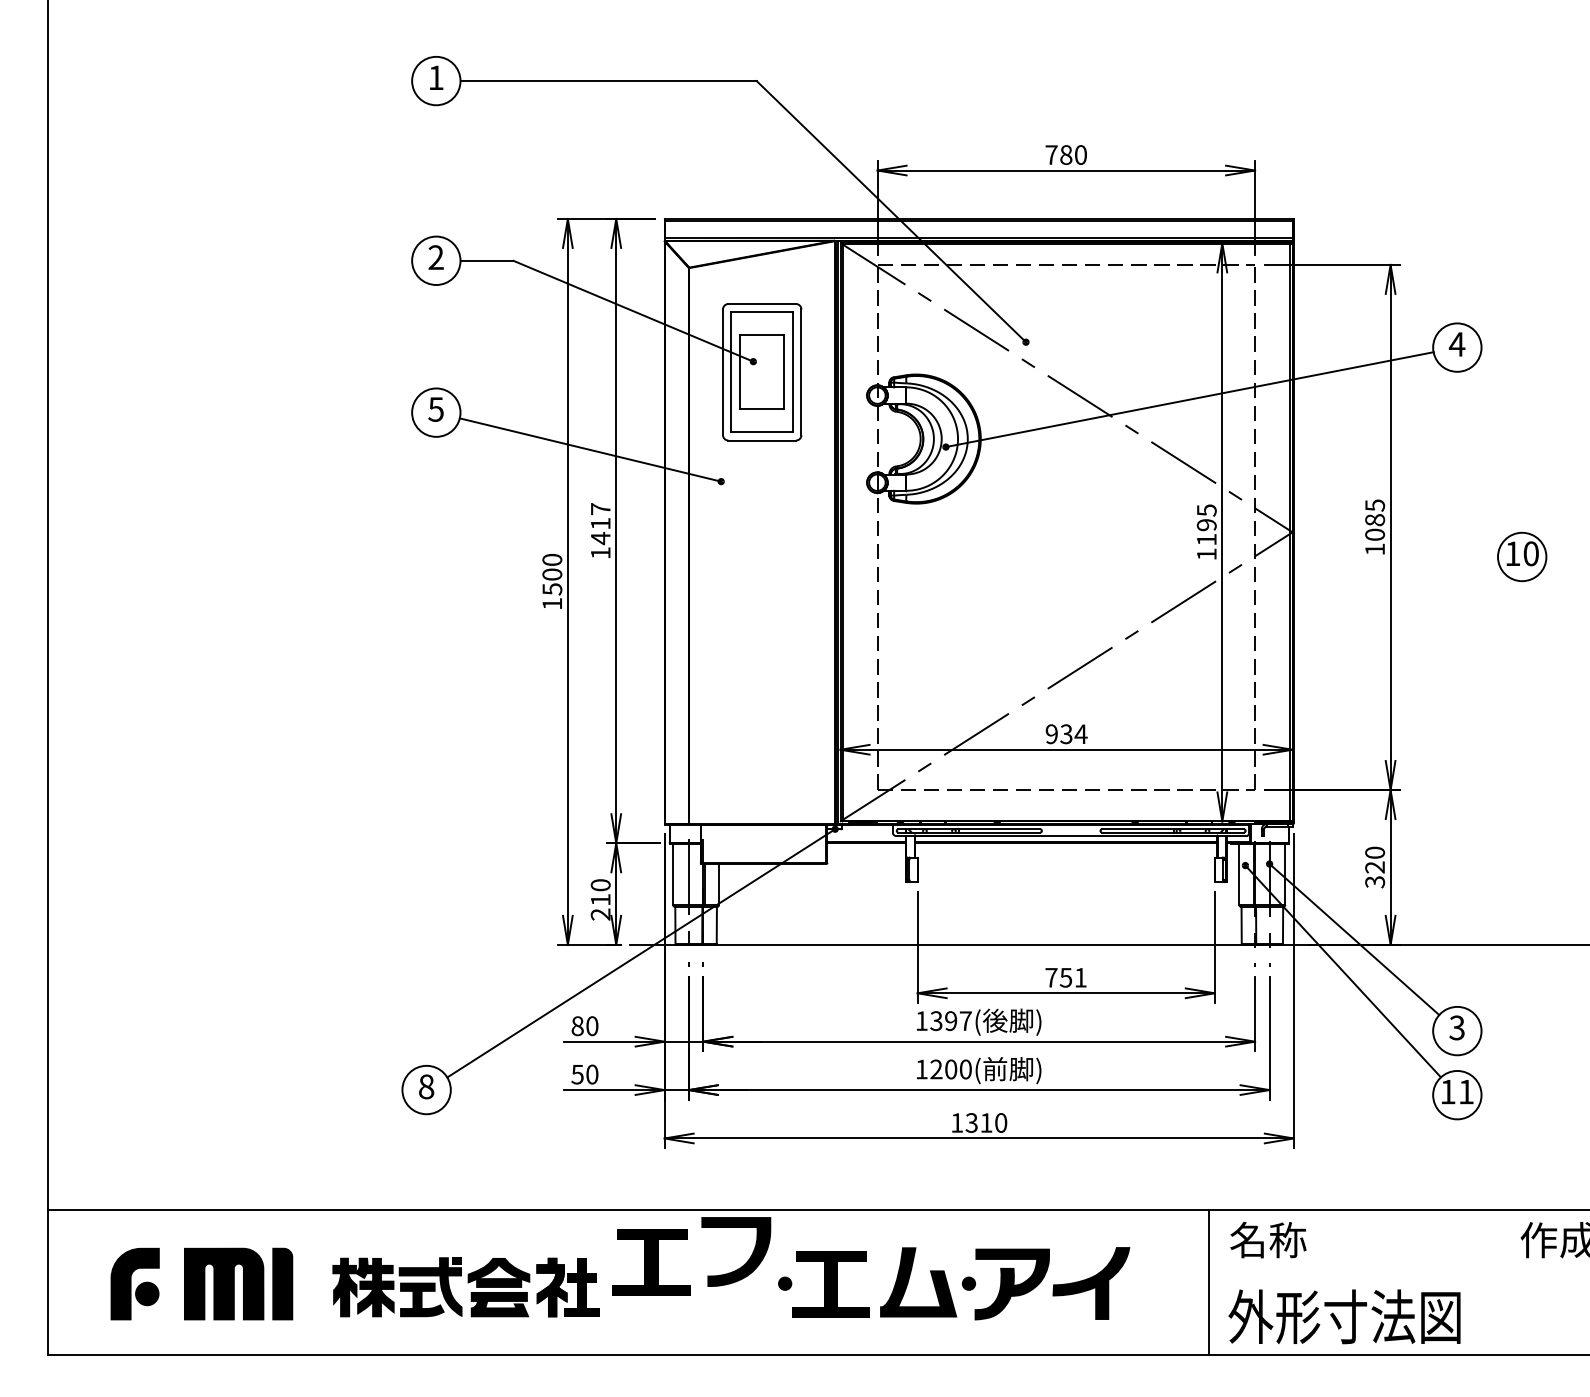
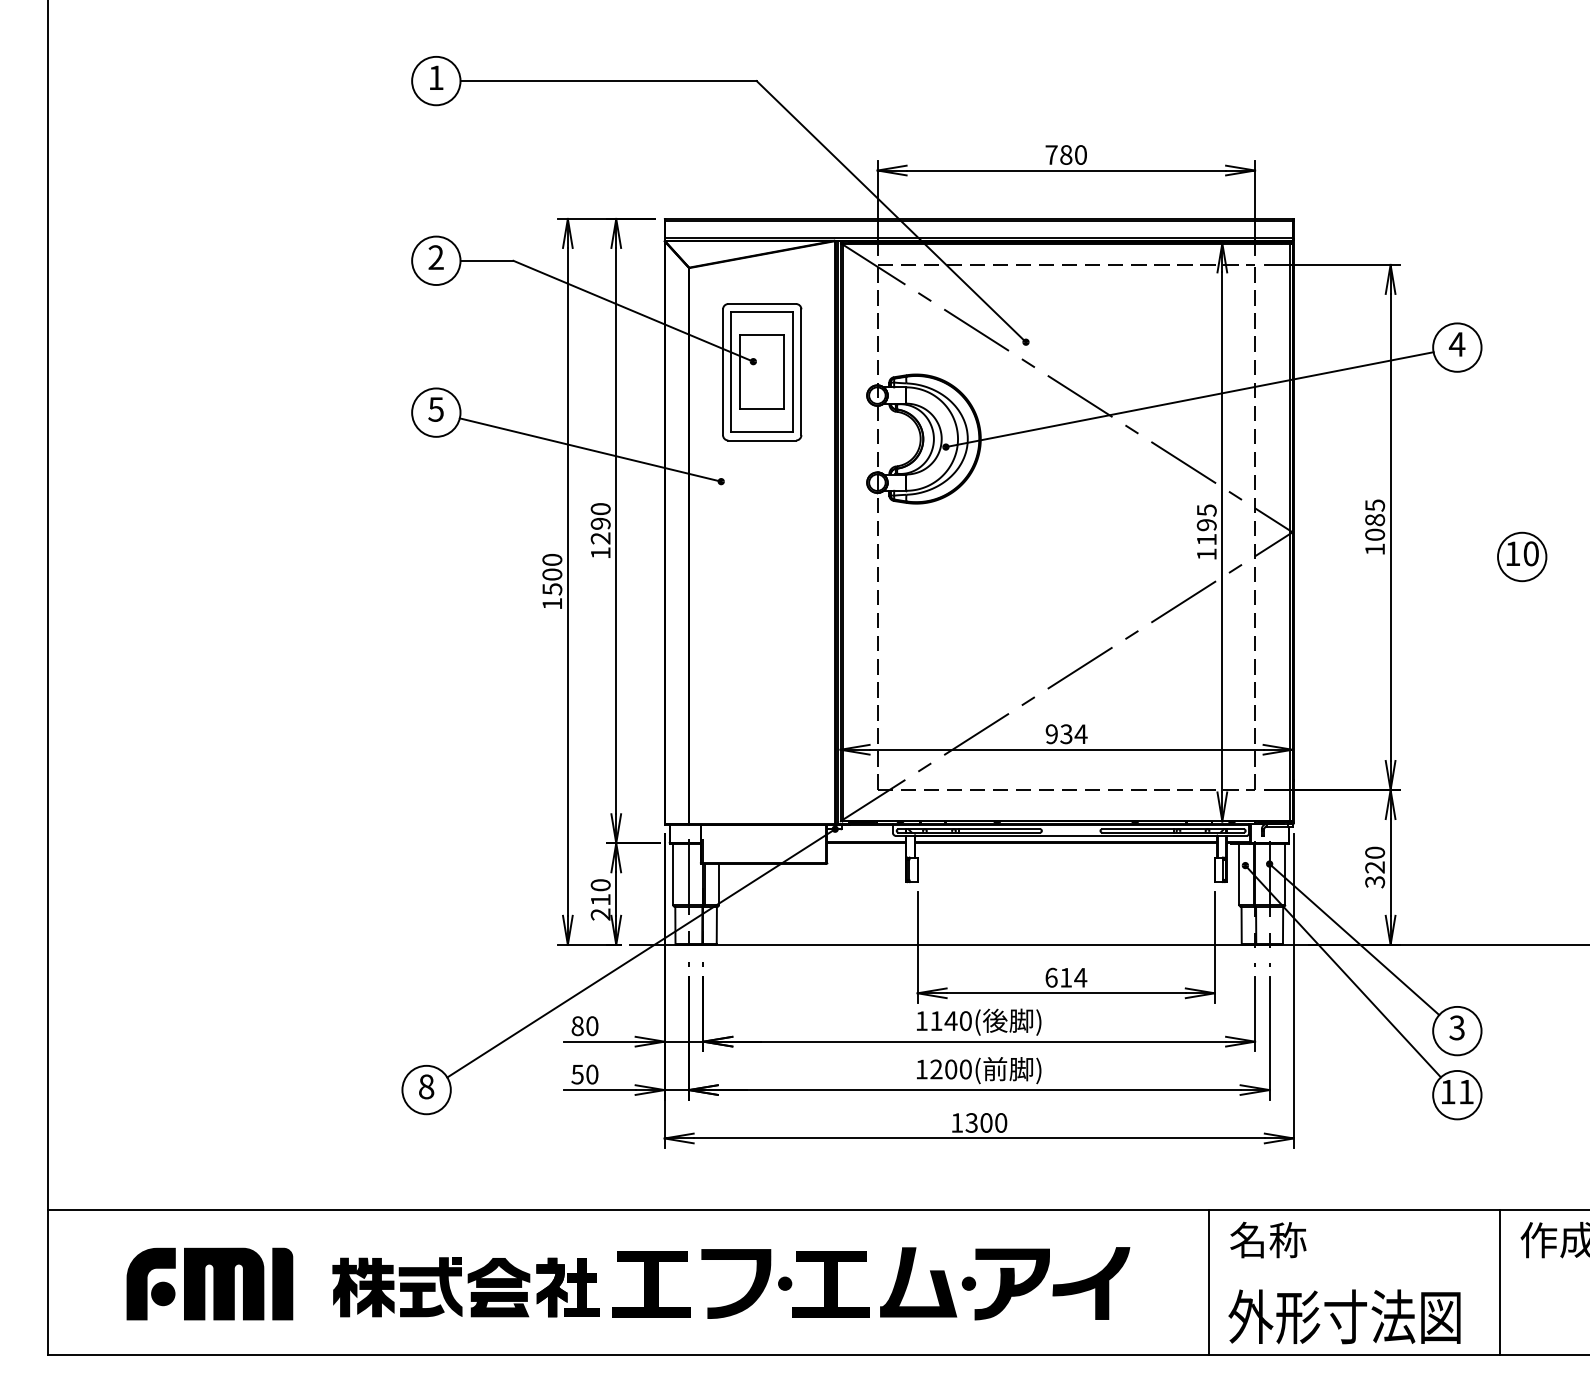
text at (600, 524): 1417 -> 1290
text at (1066, 977): 751 -> 614
text at (950, 1021): 1397( -> 1140(
text at (986, 1122): 1310 -> 1300
part at (746, 1261) position: (746, 1261) -> (746, 1293)
part at (651, 1262) position: (651, 1262) -> (651, 1284)
line at (1499, 1281): none -> present
part at (134, 1283) position: (134, 1283) -> (150, 1283)
